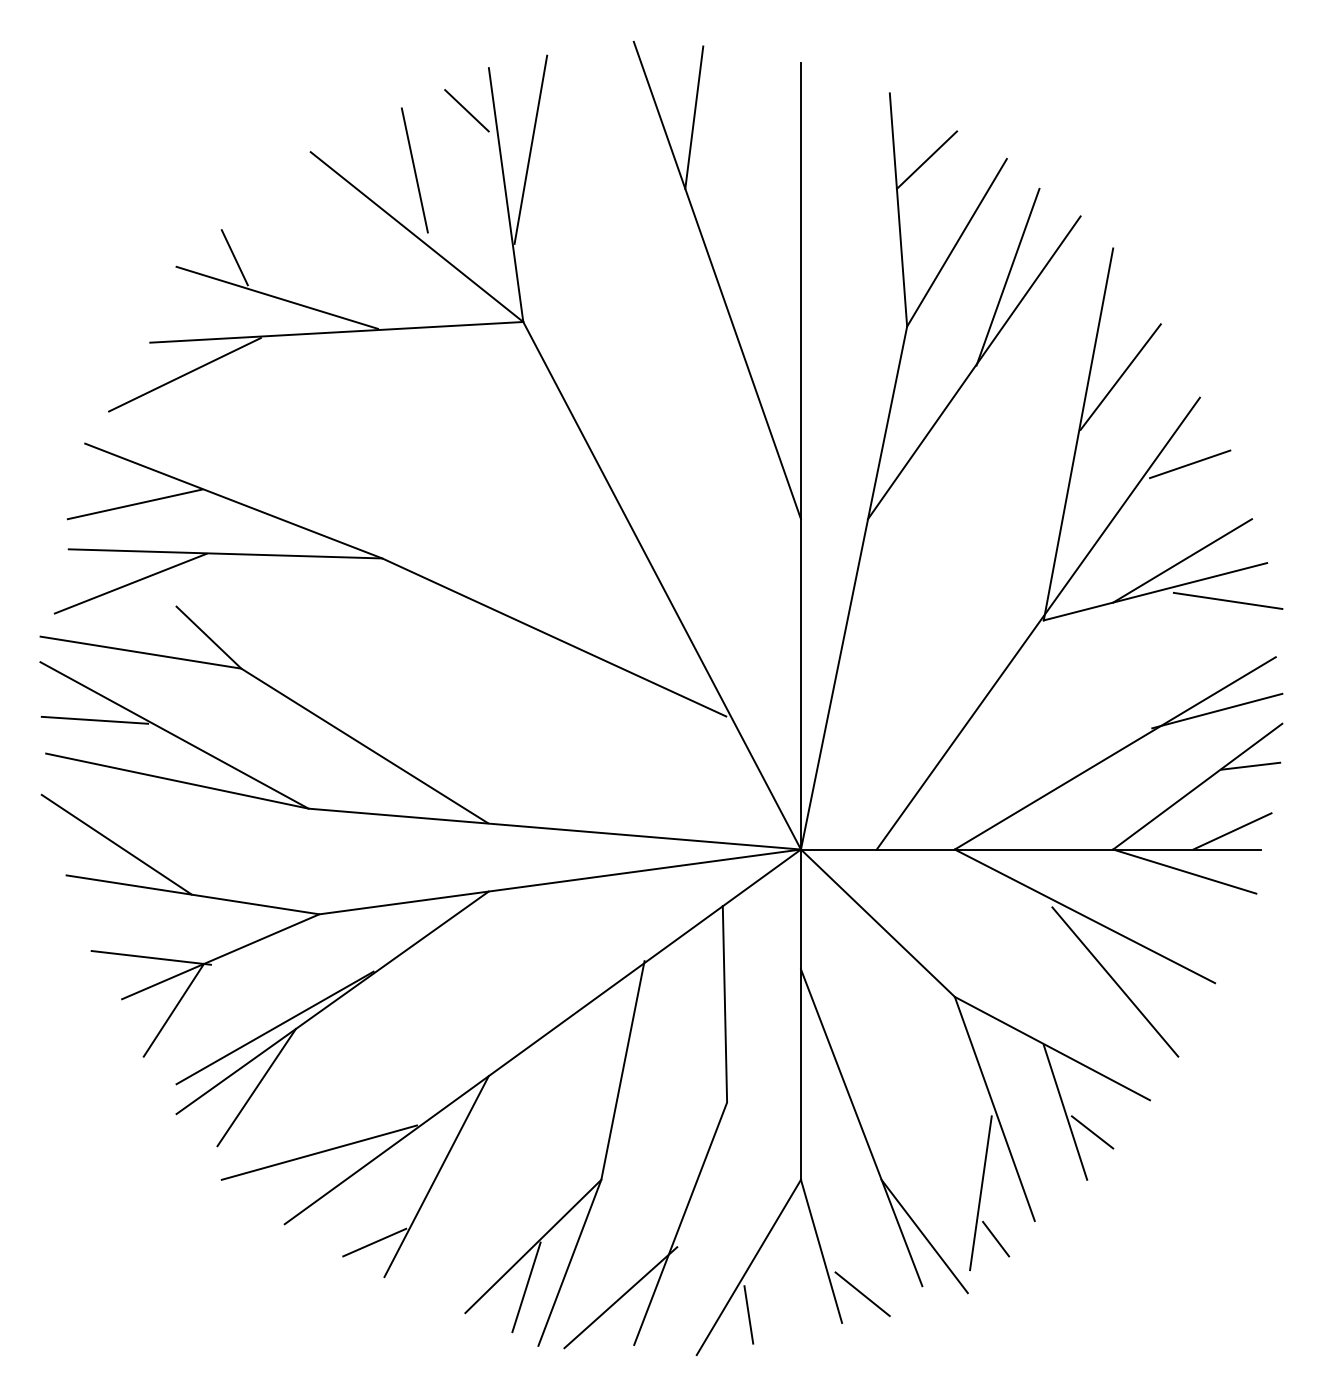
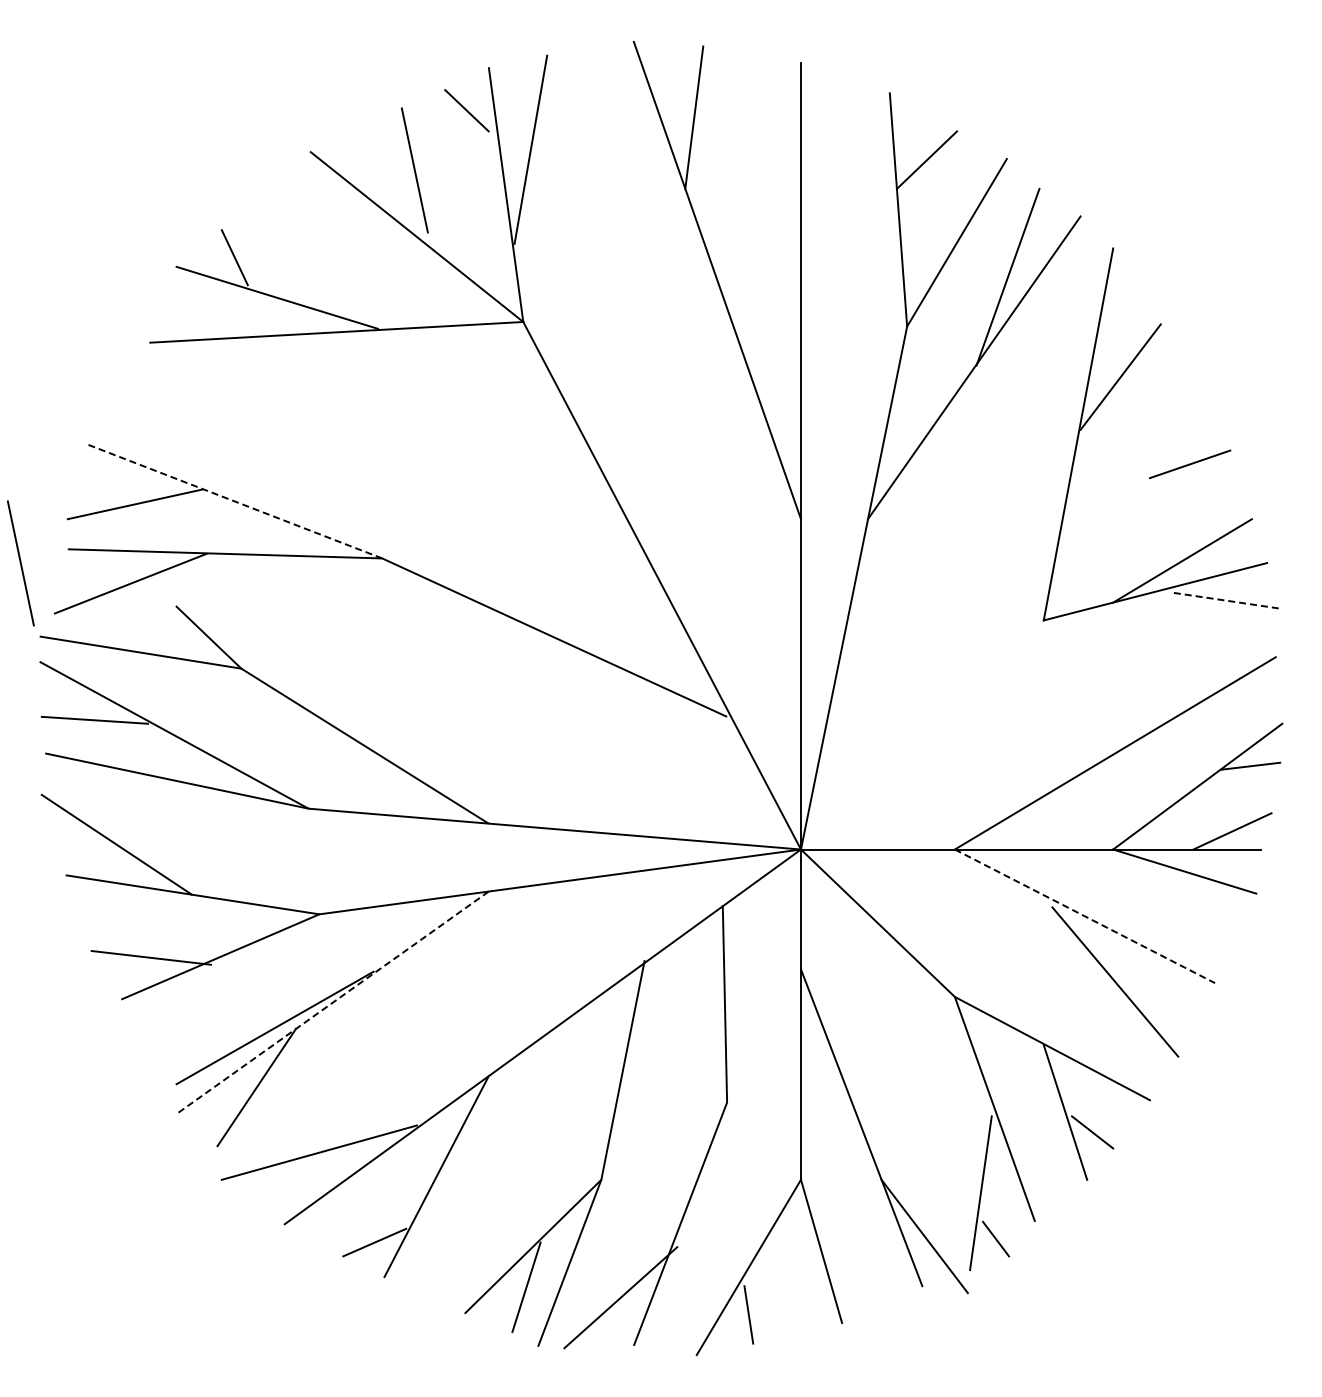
line at (184, 374): present -> none
line at (233, 500): solid -> dashed
line at (20, 563): none -> present
line at (1228, 600): solid -> dashed
line at (1037, 623): present -> none
line at (1217, 710): present -> none
line at (1085, 916): solid -> dashed
line at (332, 1002): solid -> dashed
line at (173, 1009): present -> none
line at (862, 1294): present -> none
